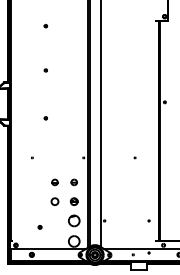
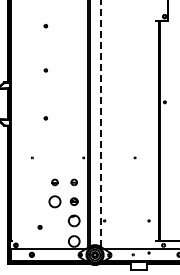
line at (101, 123): solid -> dashed
part at (54, 201) size: 10x9 px -> 14x14 px
